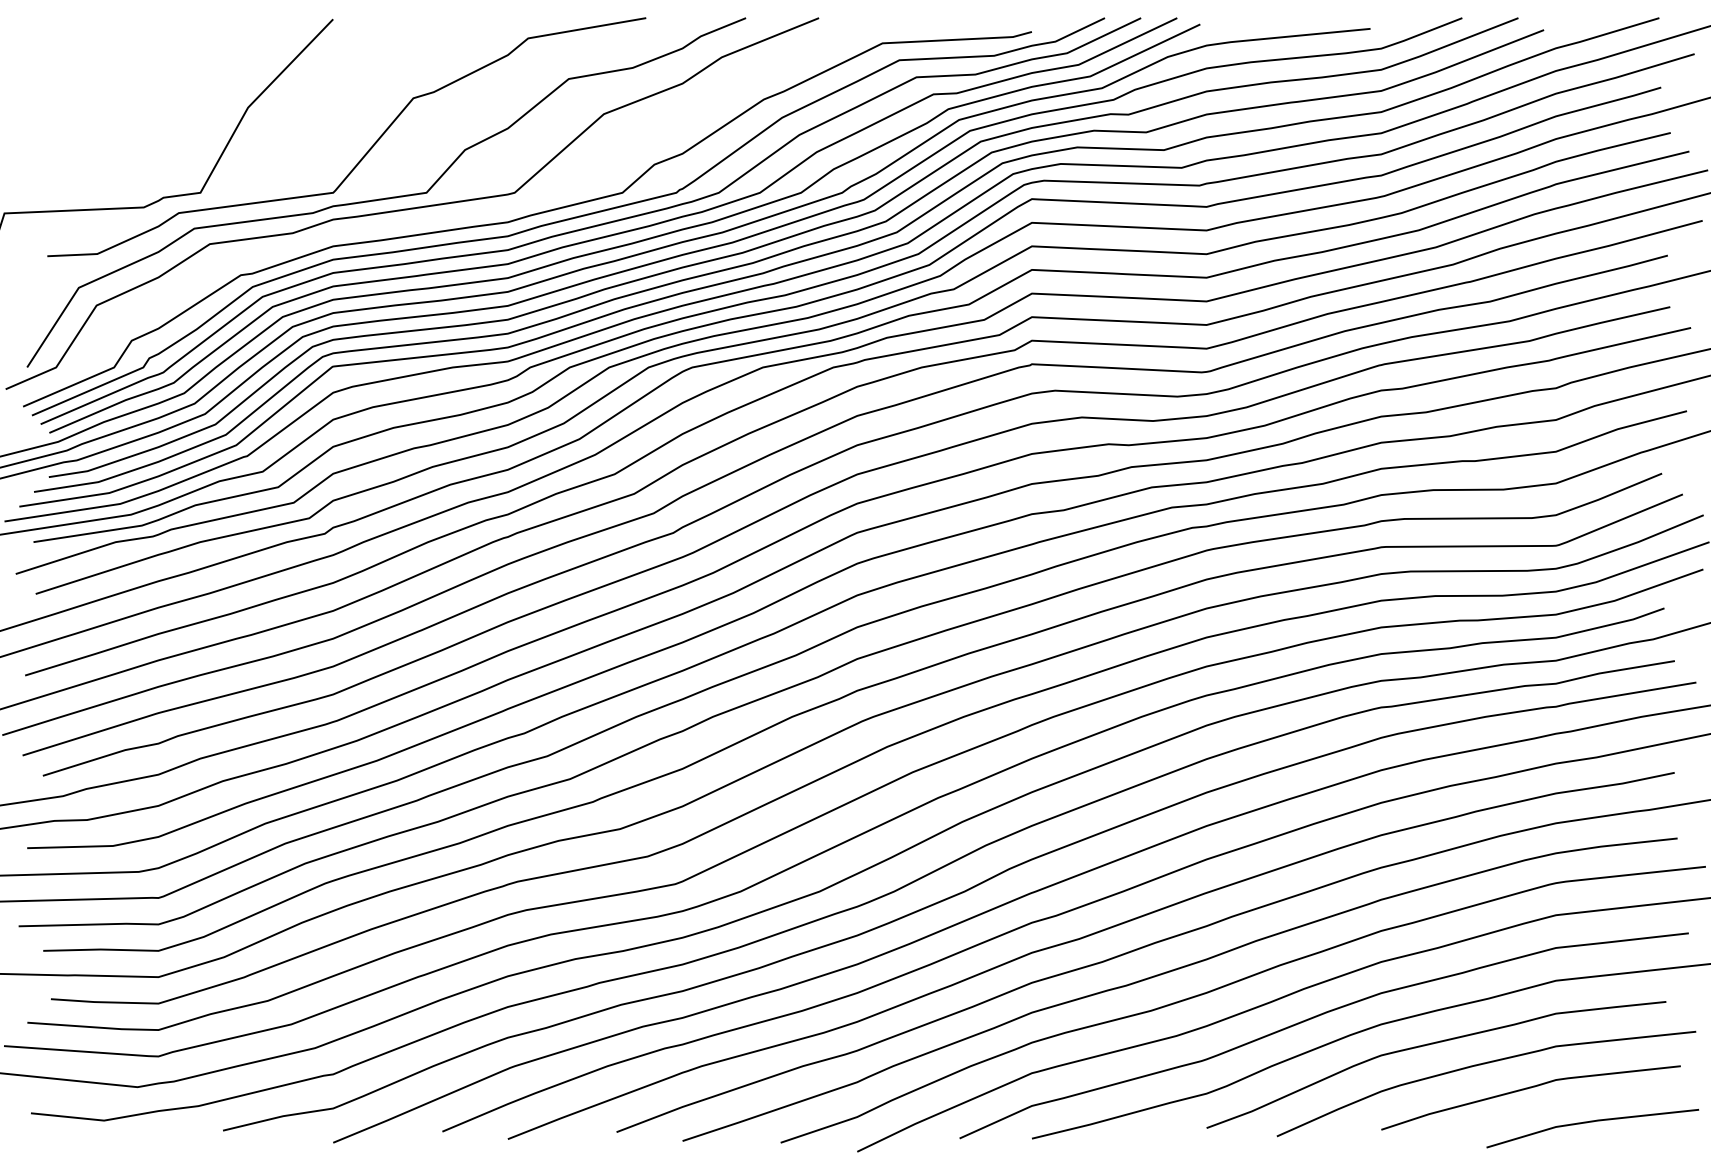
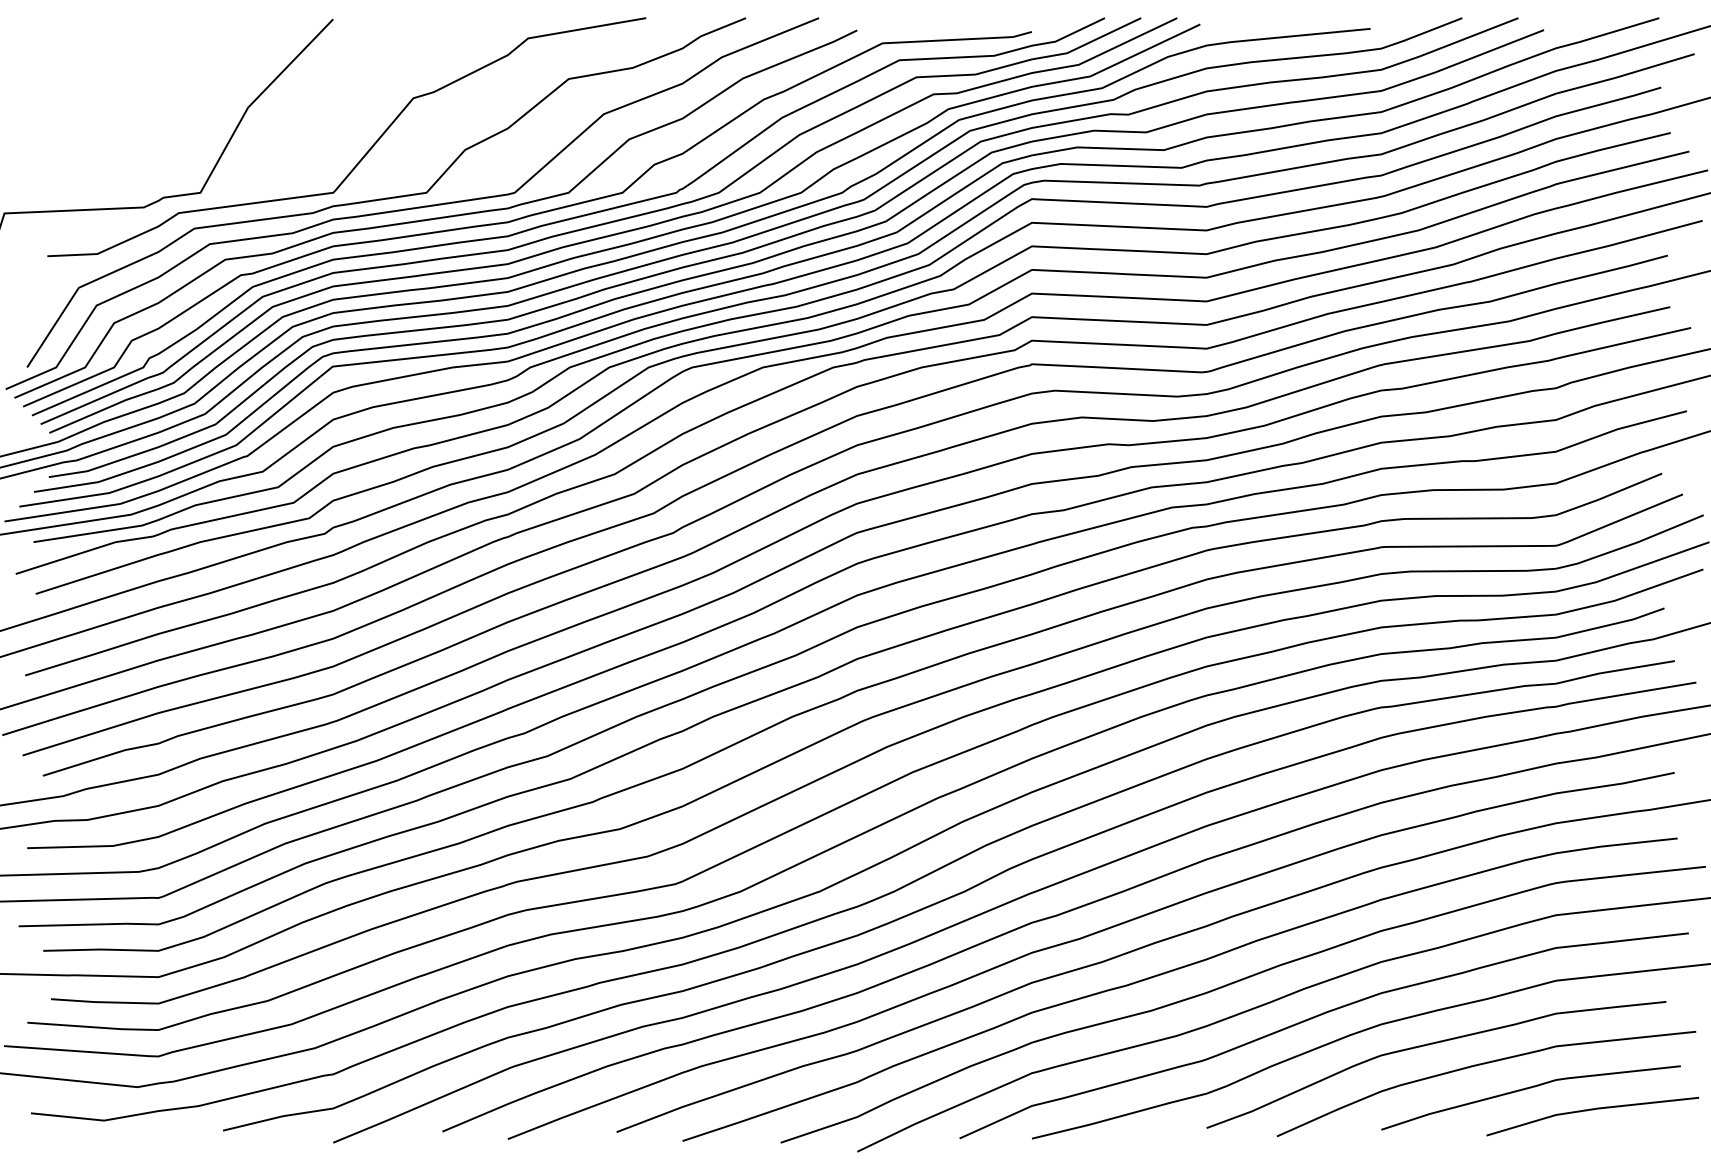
curve at (435, 217): none -> present
line at (1592, 1122) position: (1592, 1122) -> (1592, 1110)
